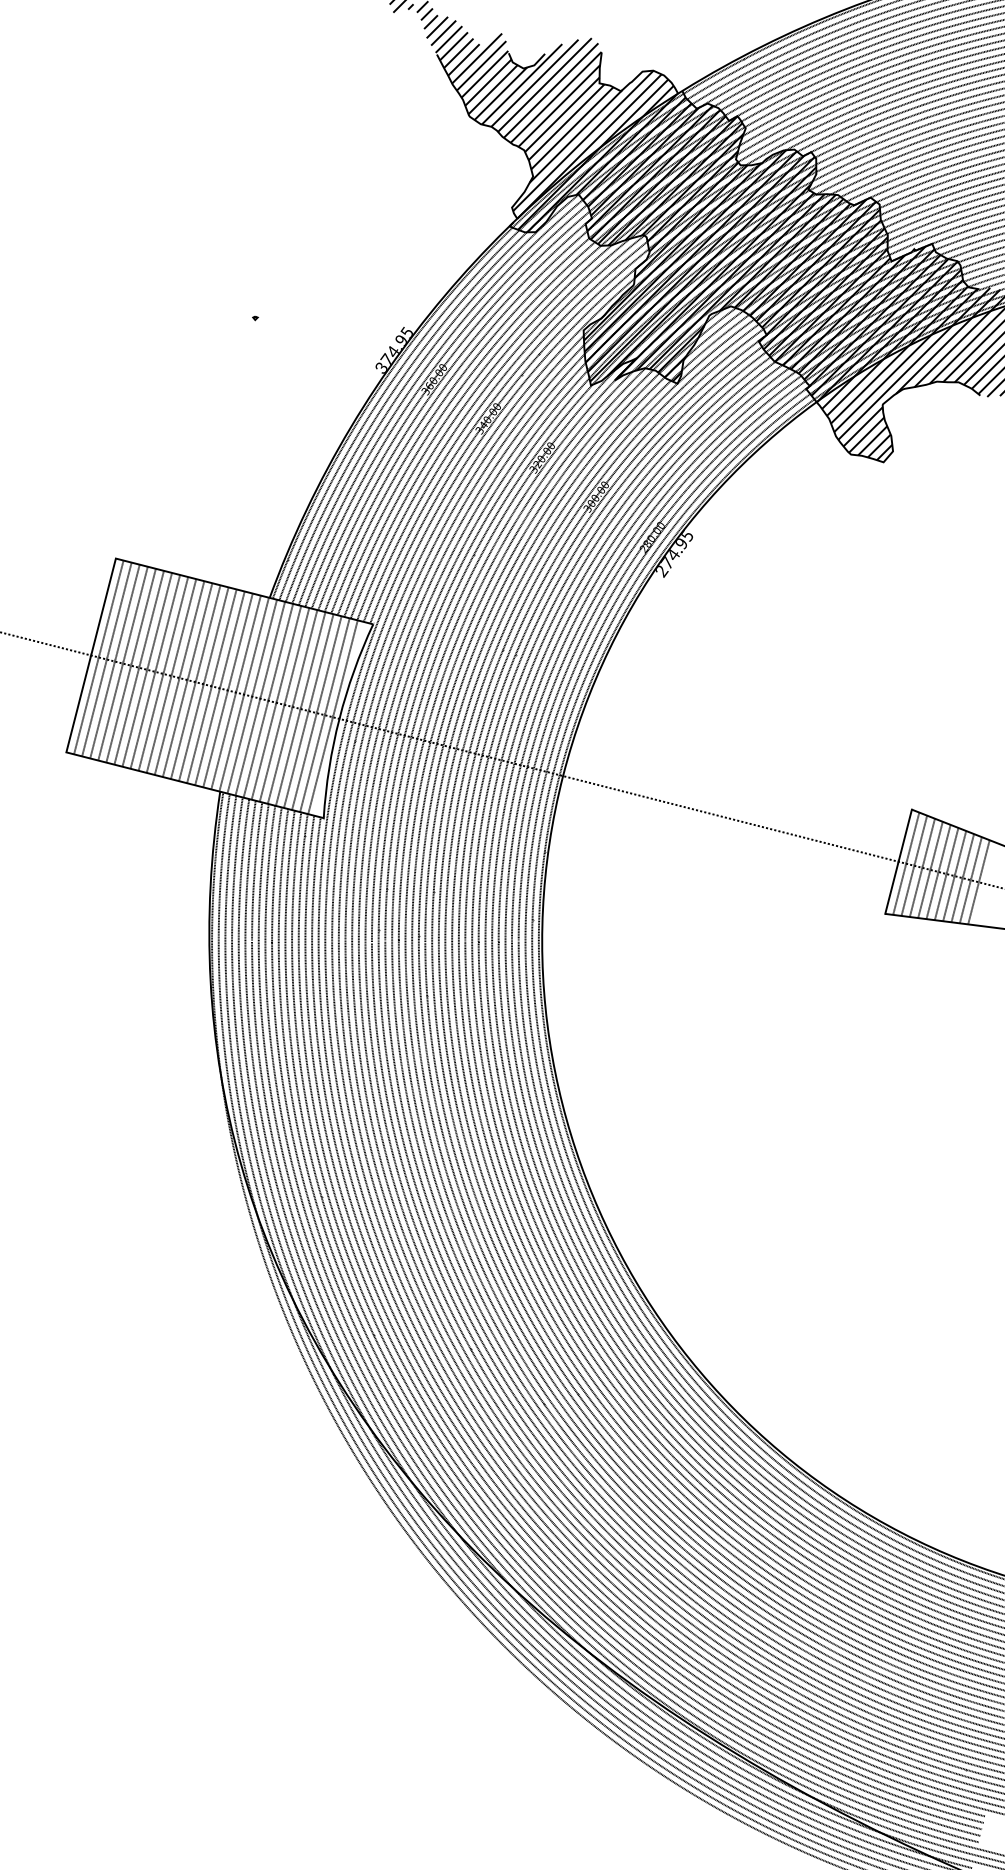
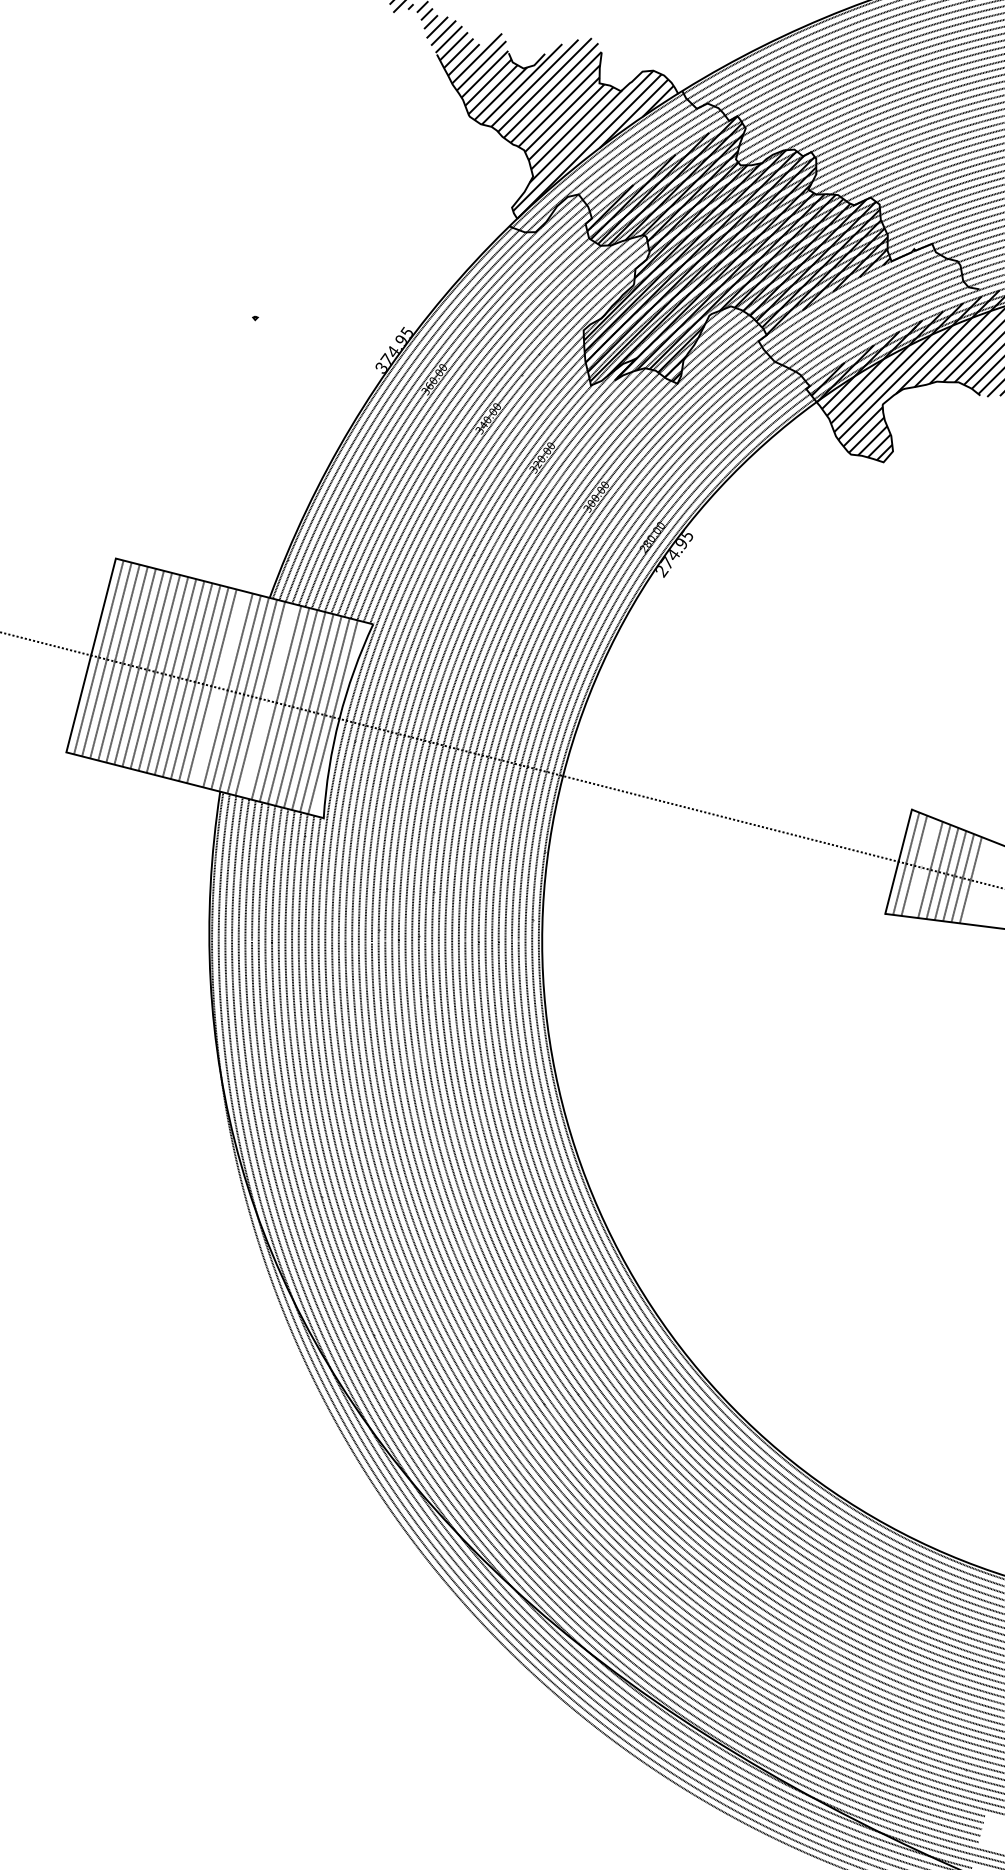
hatch at (617, 163): present -> none
hatch at (879, 315): present -> none
line at (219, 688): present -> none
line at (268, 700): present -> none
line at (921, 867): present -> none
line at (978, 882): present -> none
